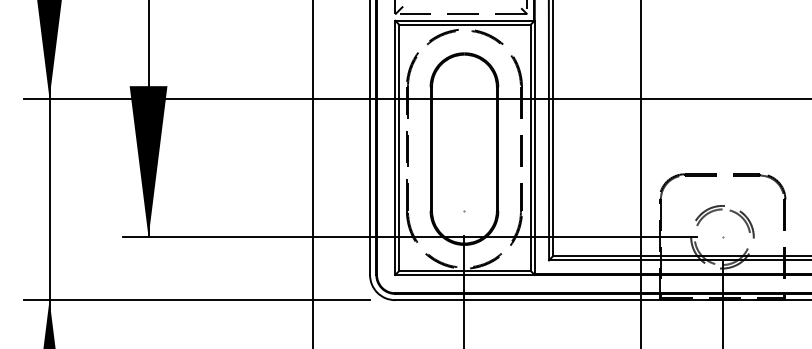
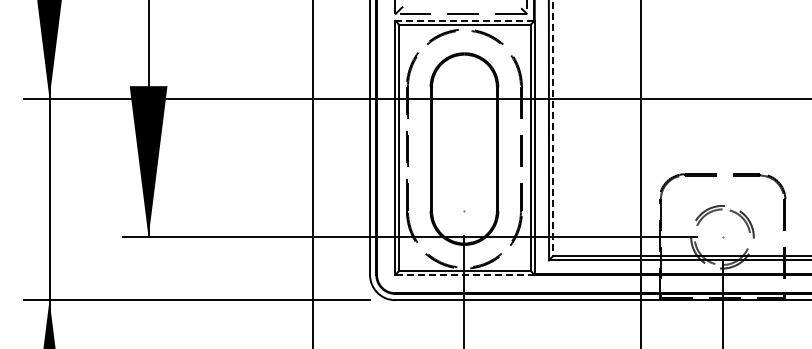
line at (464, 20): solid -> dashed
line at (553, 128): solid -> dashed
line at (464, 275): solid -> dashed
